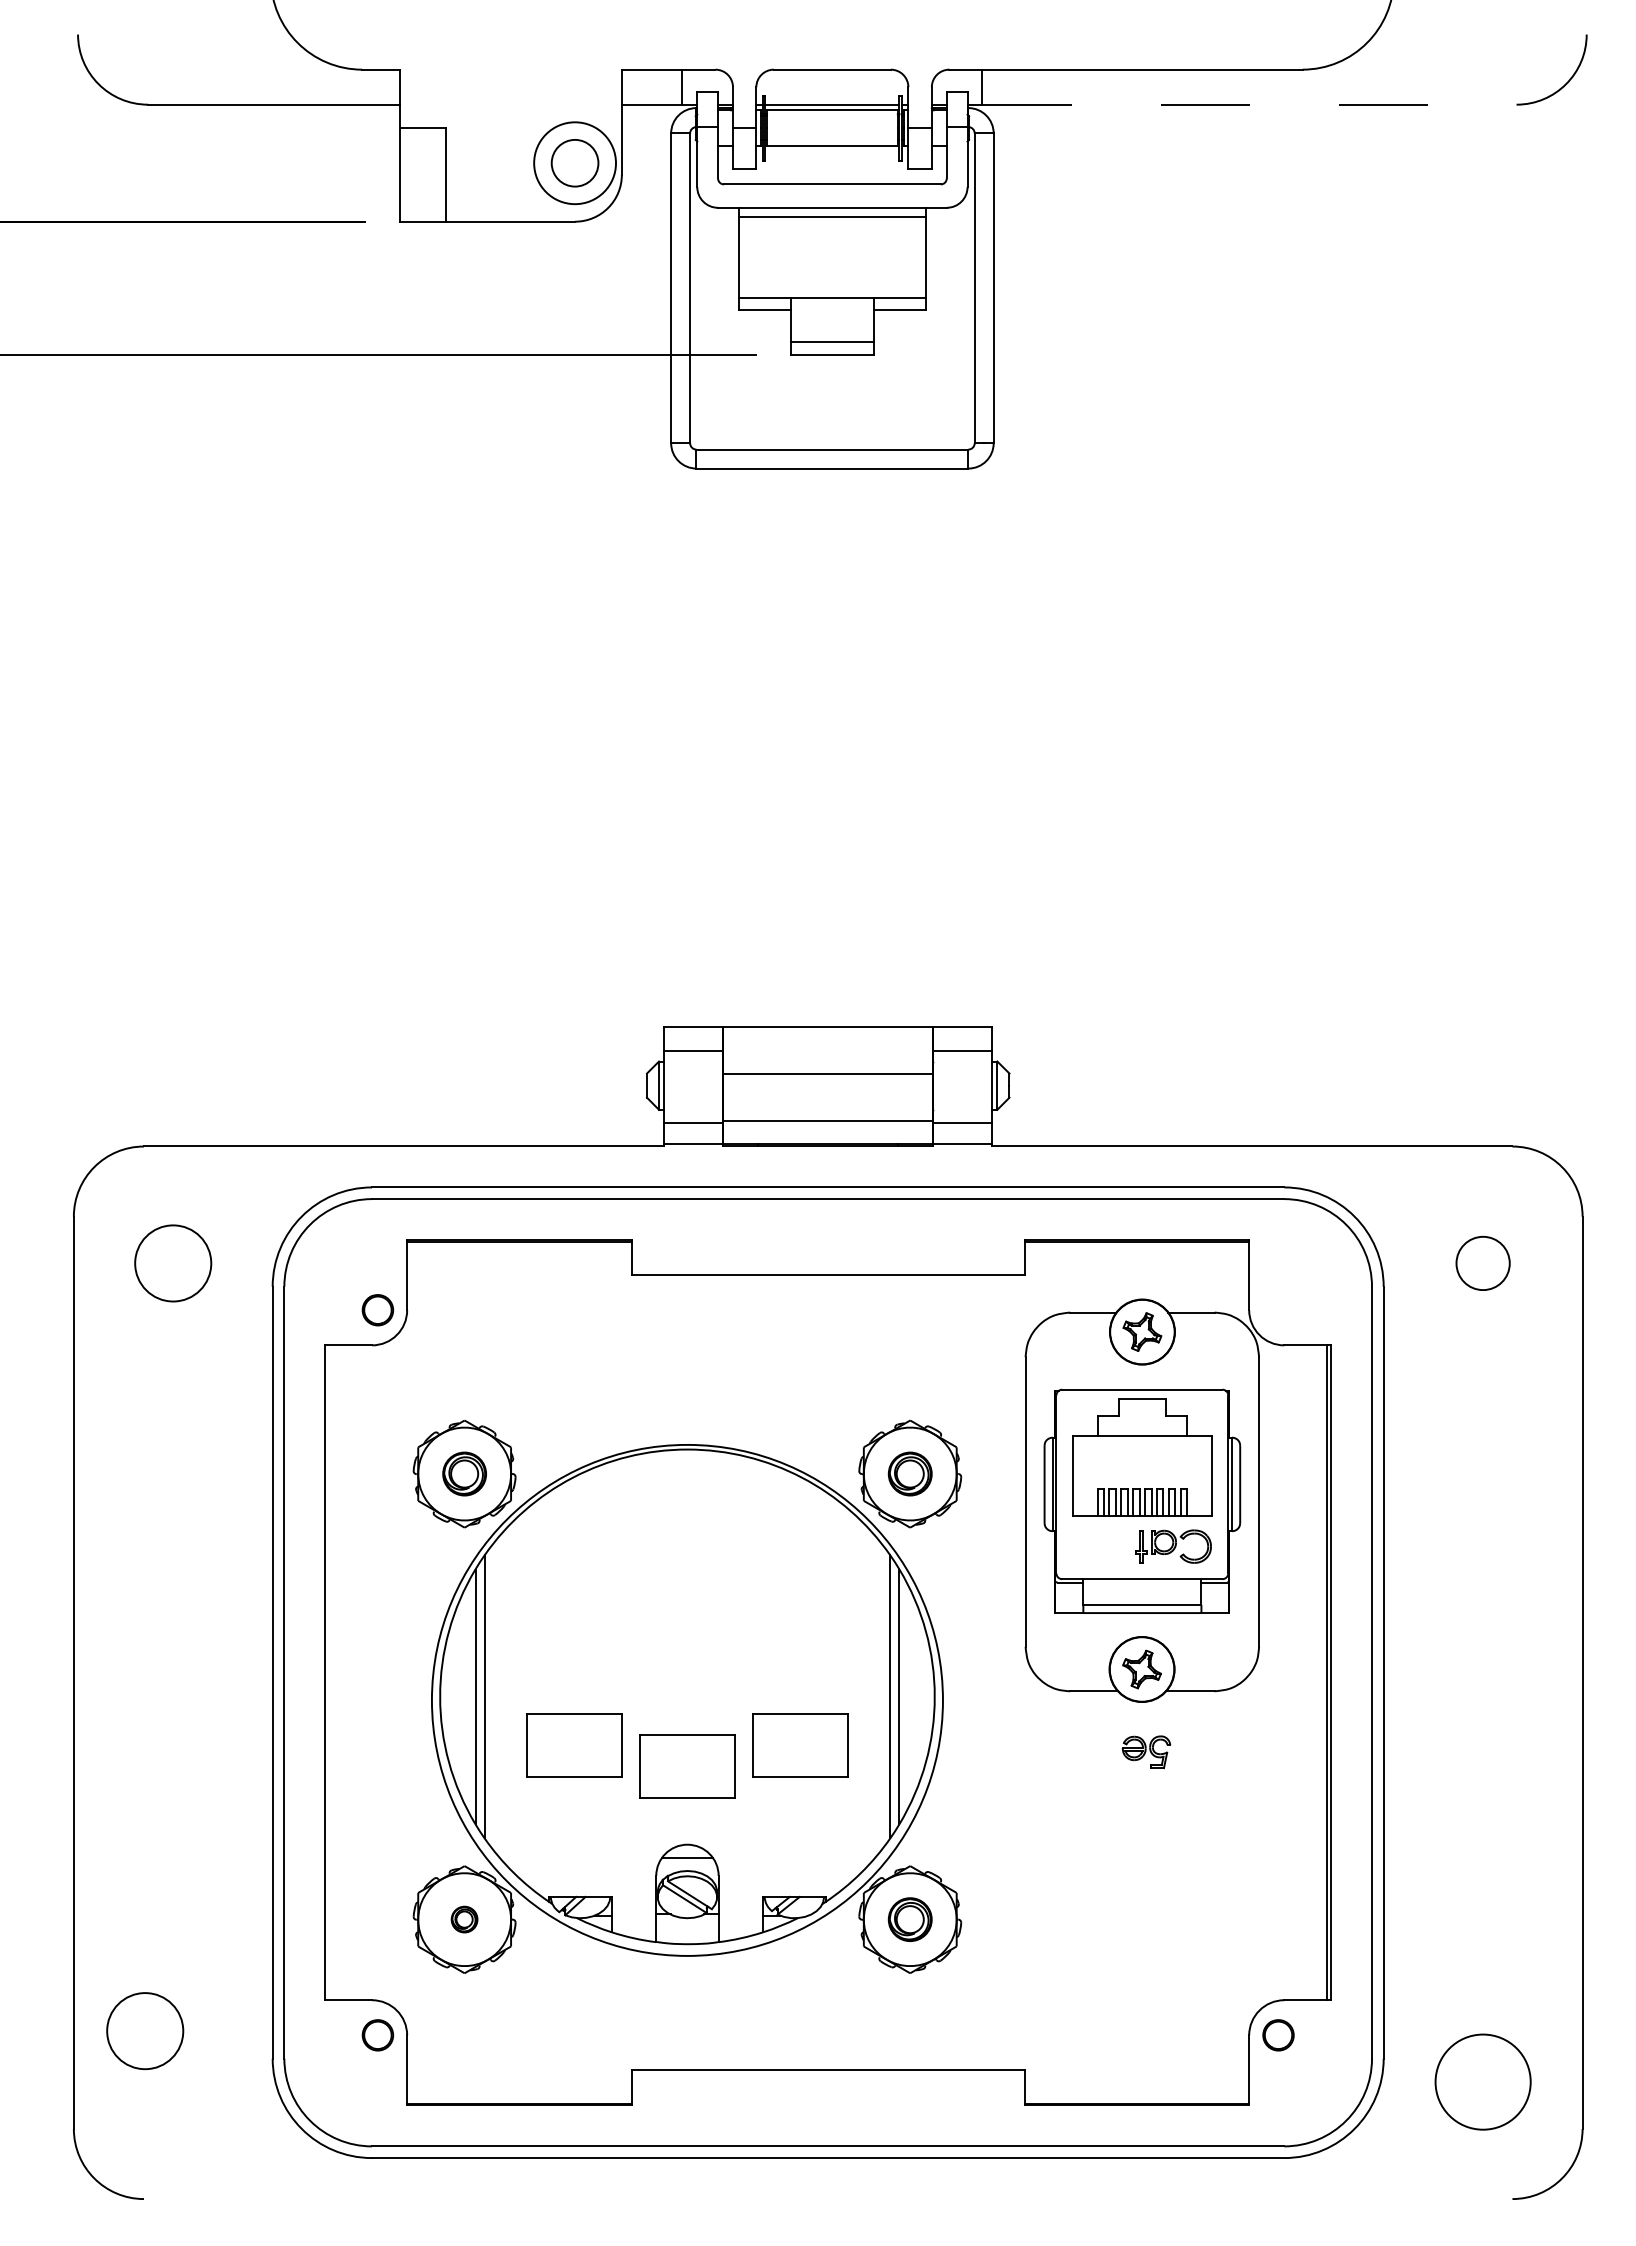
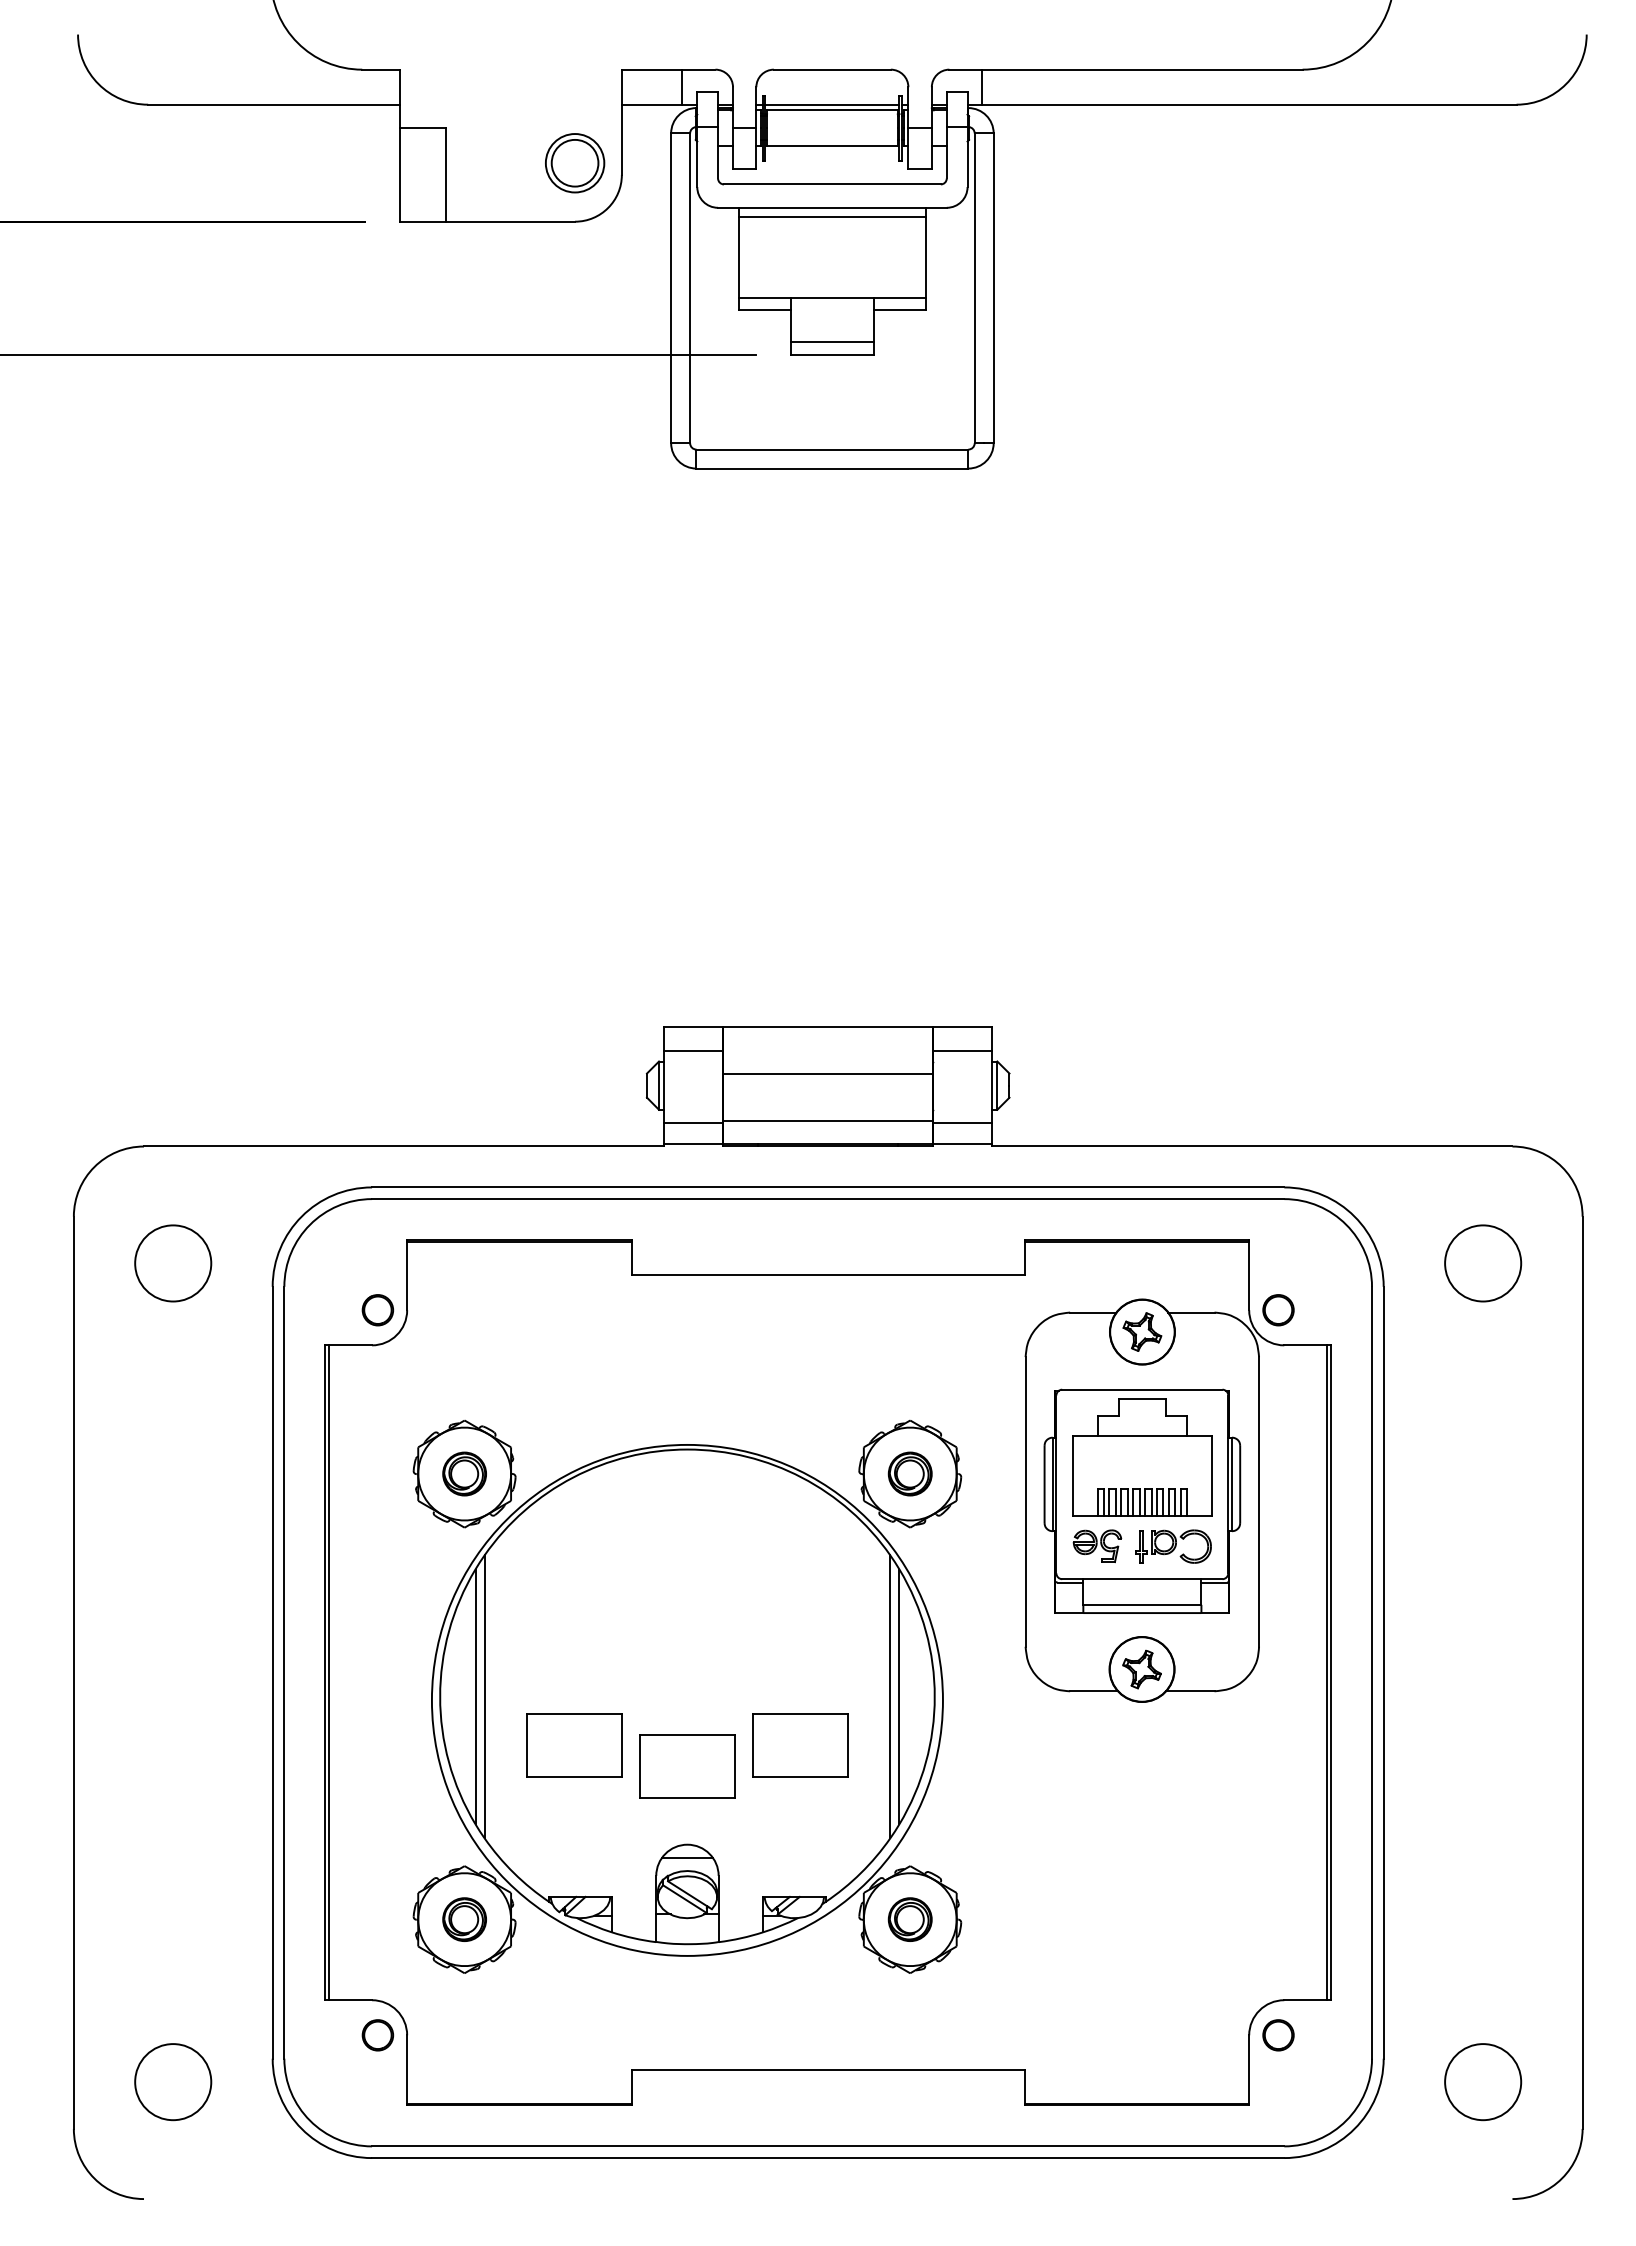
line at (1250, 104): dashed -> solid
circle at (575, 163) diameter: 82 px -> 58 px
circle at (1482, 1263) diameter: 53 px -> 76 px
part at (1278, 1310): none -> present
line at (329, 1672): none -> present
part at (1146, 1752) position: (1146, 1752) -> (1097, 1546)
part at (464, 1919) size: 29x29 px -> 45x45 px
circle at (145, 2031) position: (145, 2031) -> (173, 2082)
circle at (1482, 2081) diameter: 95 px -> 76 px
